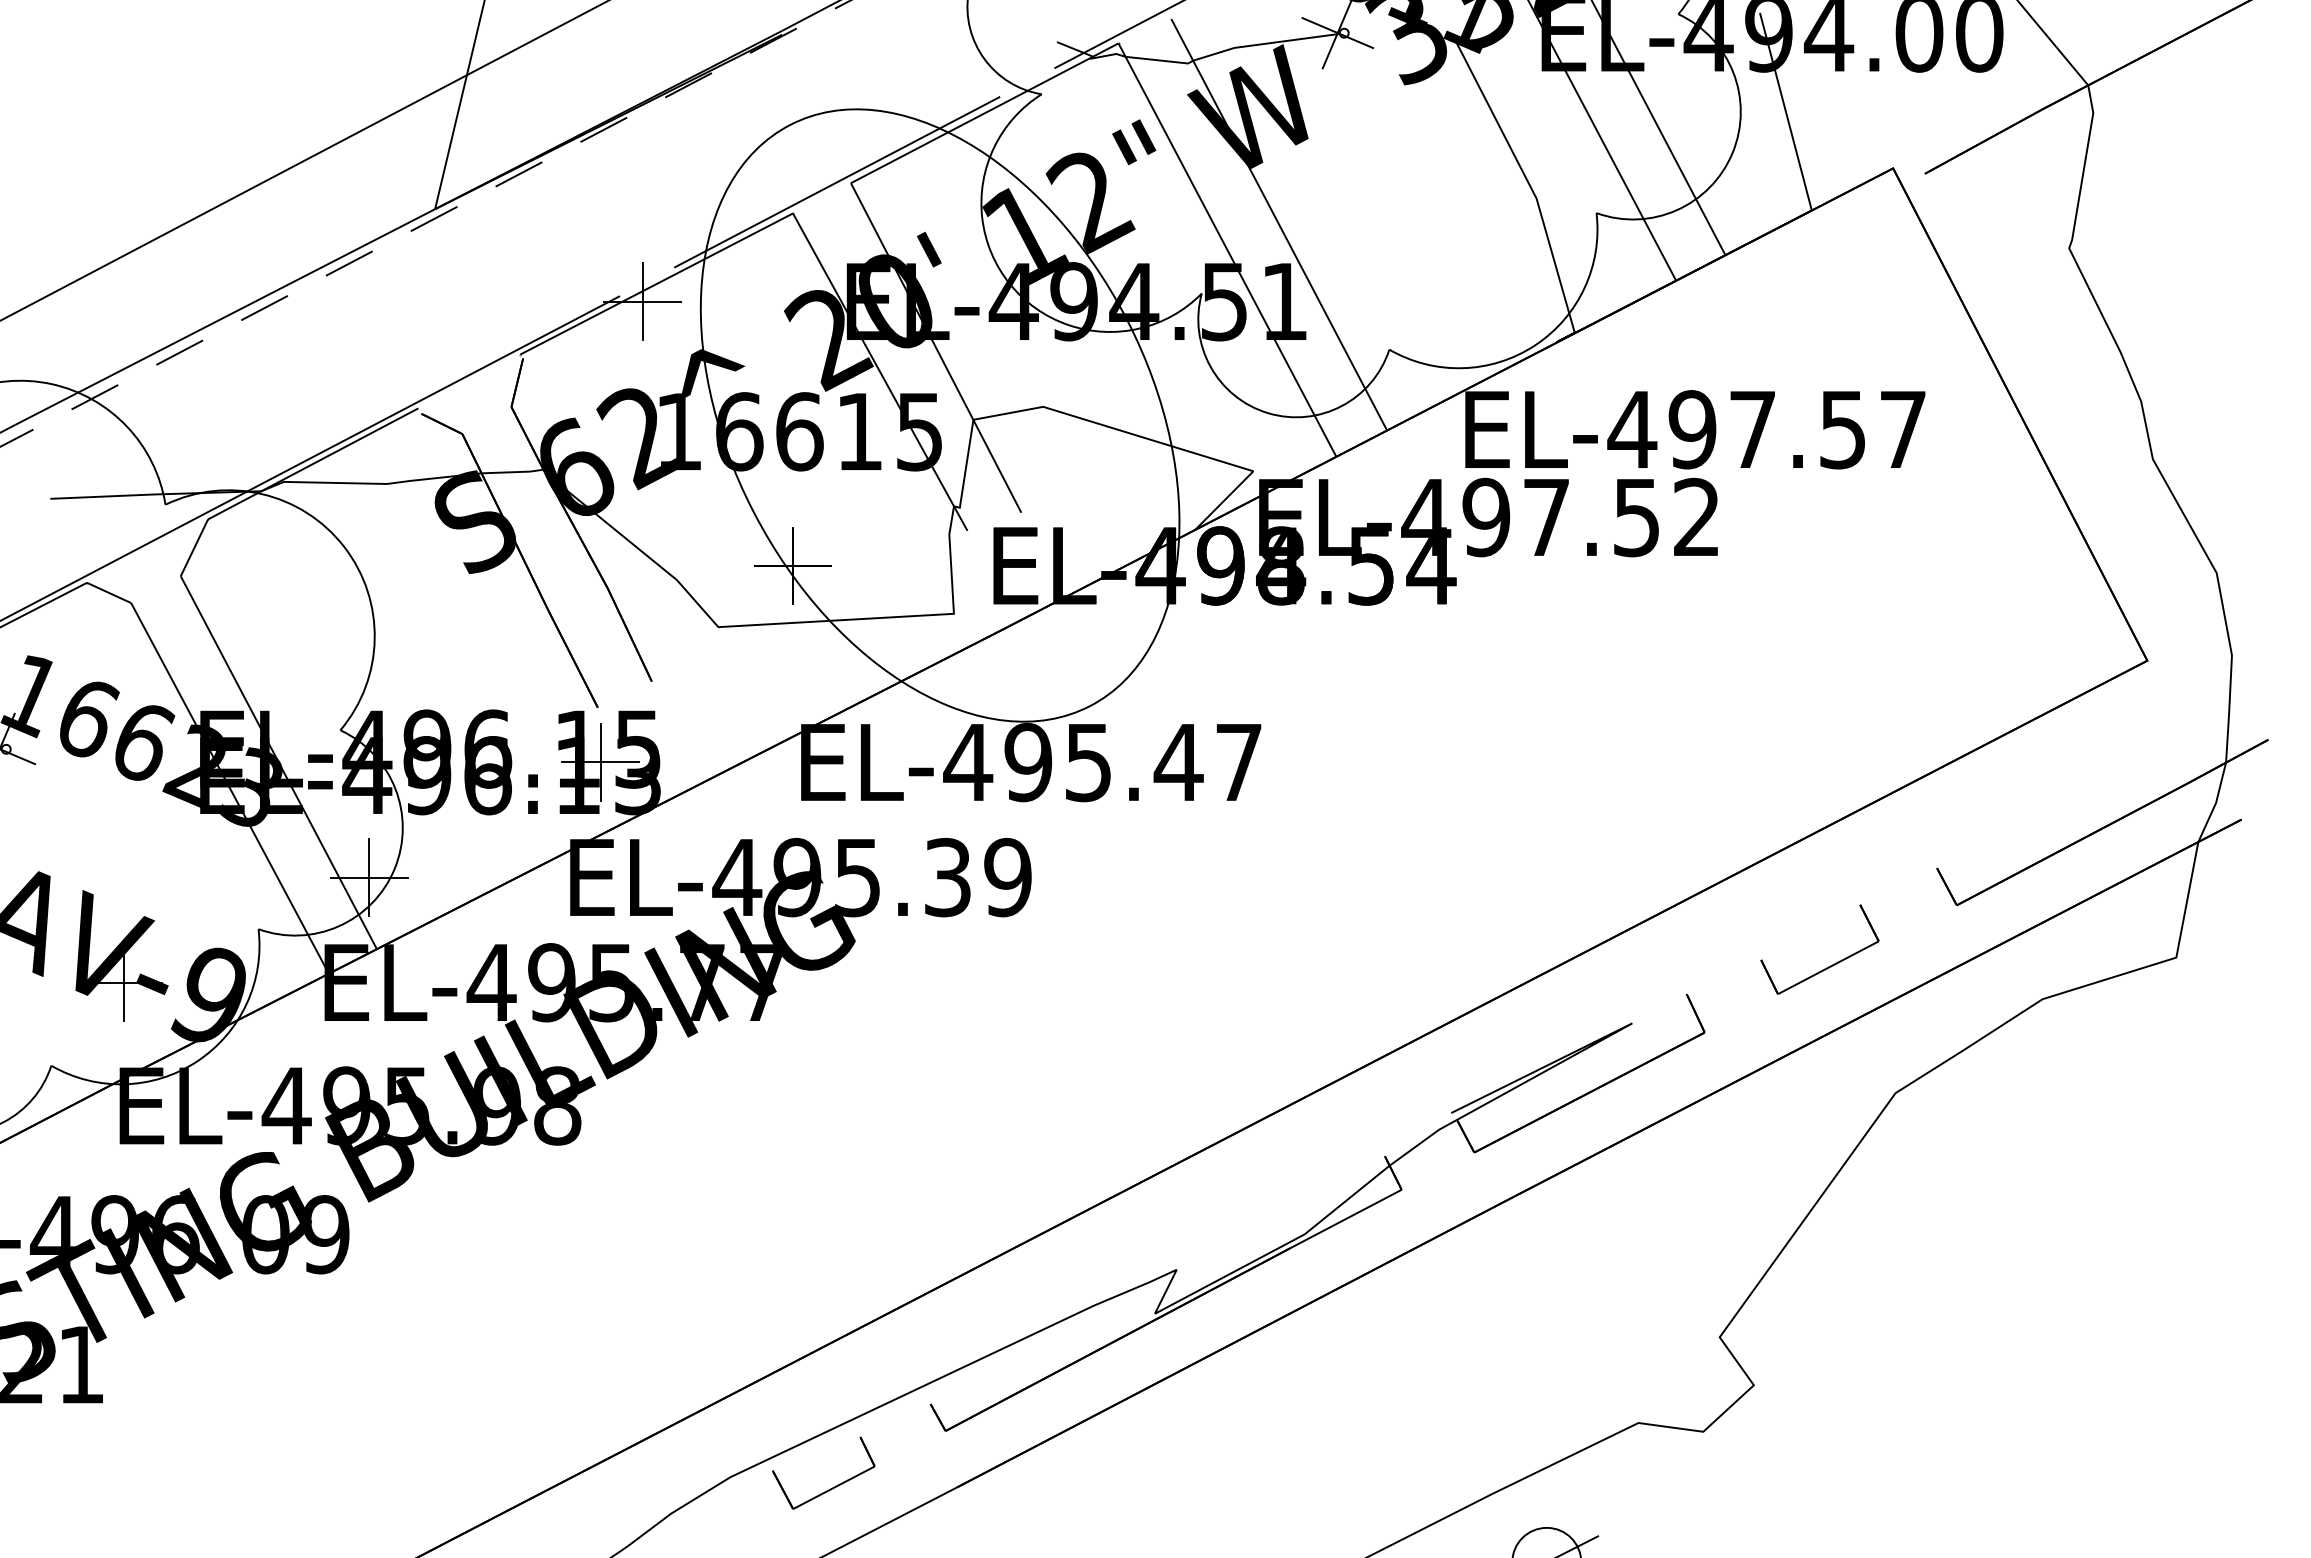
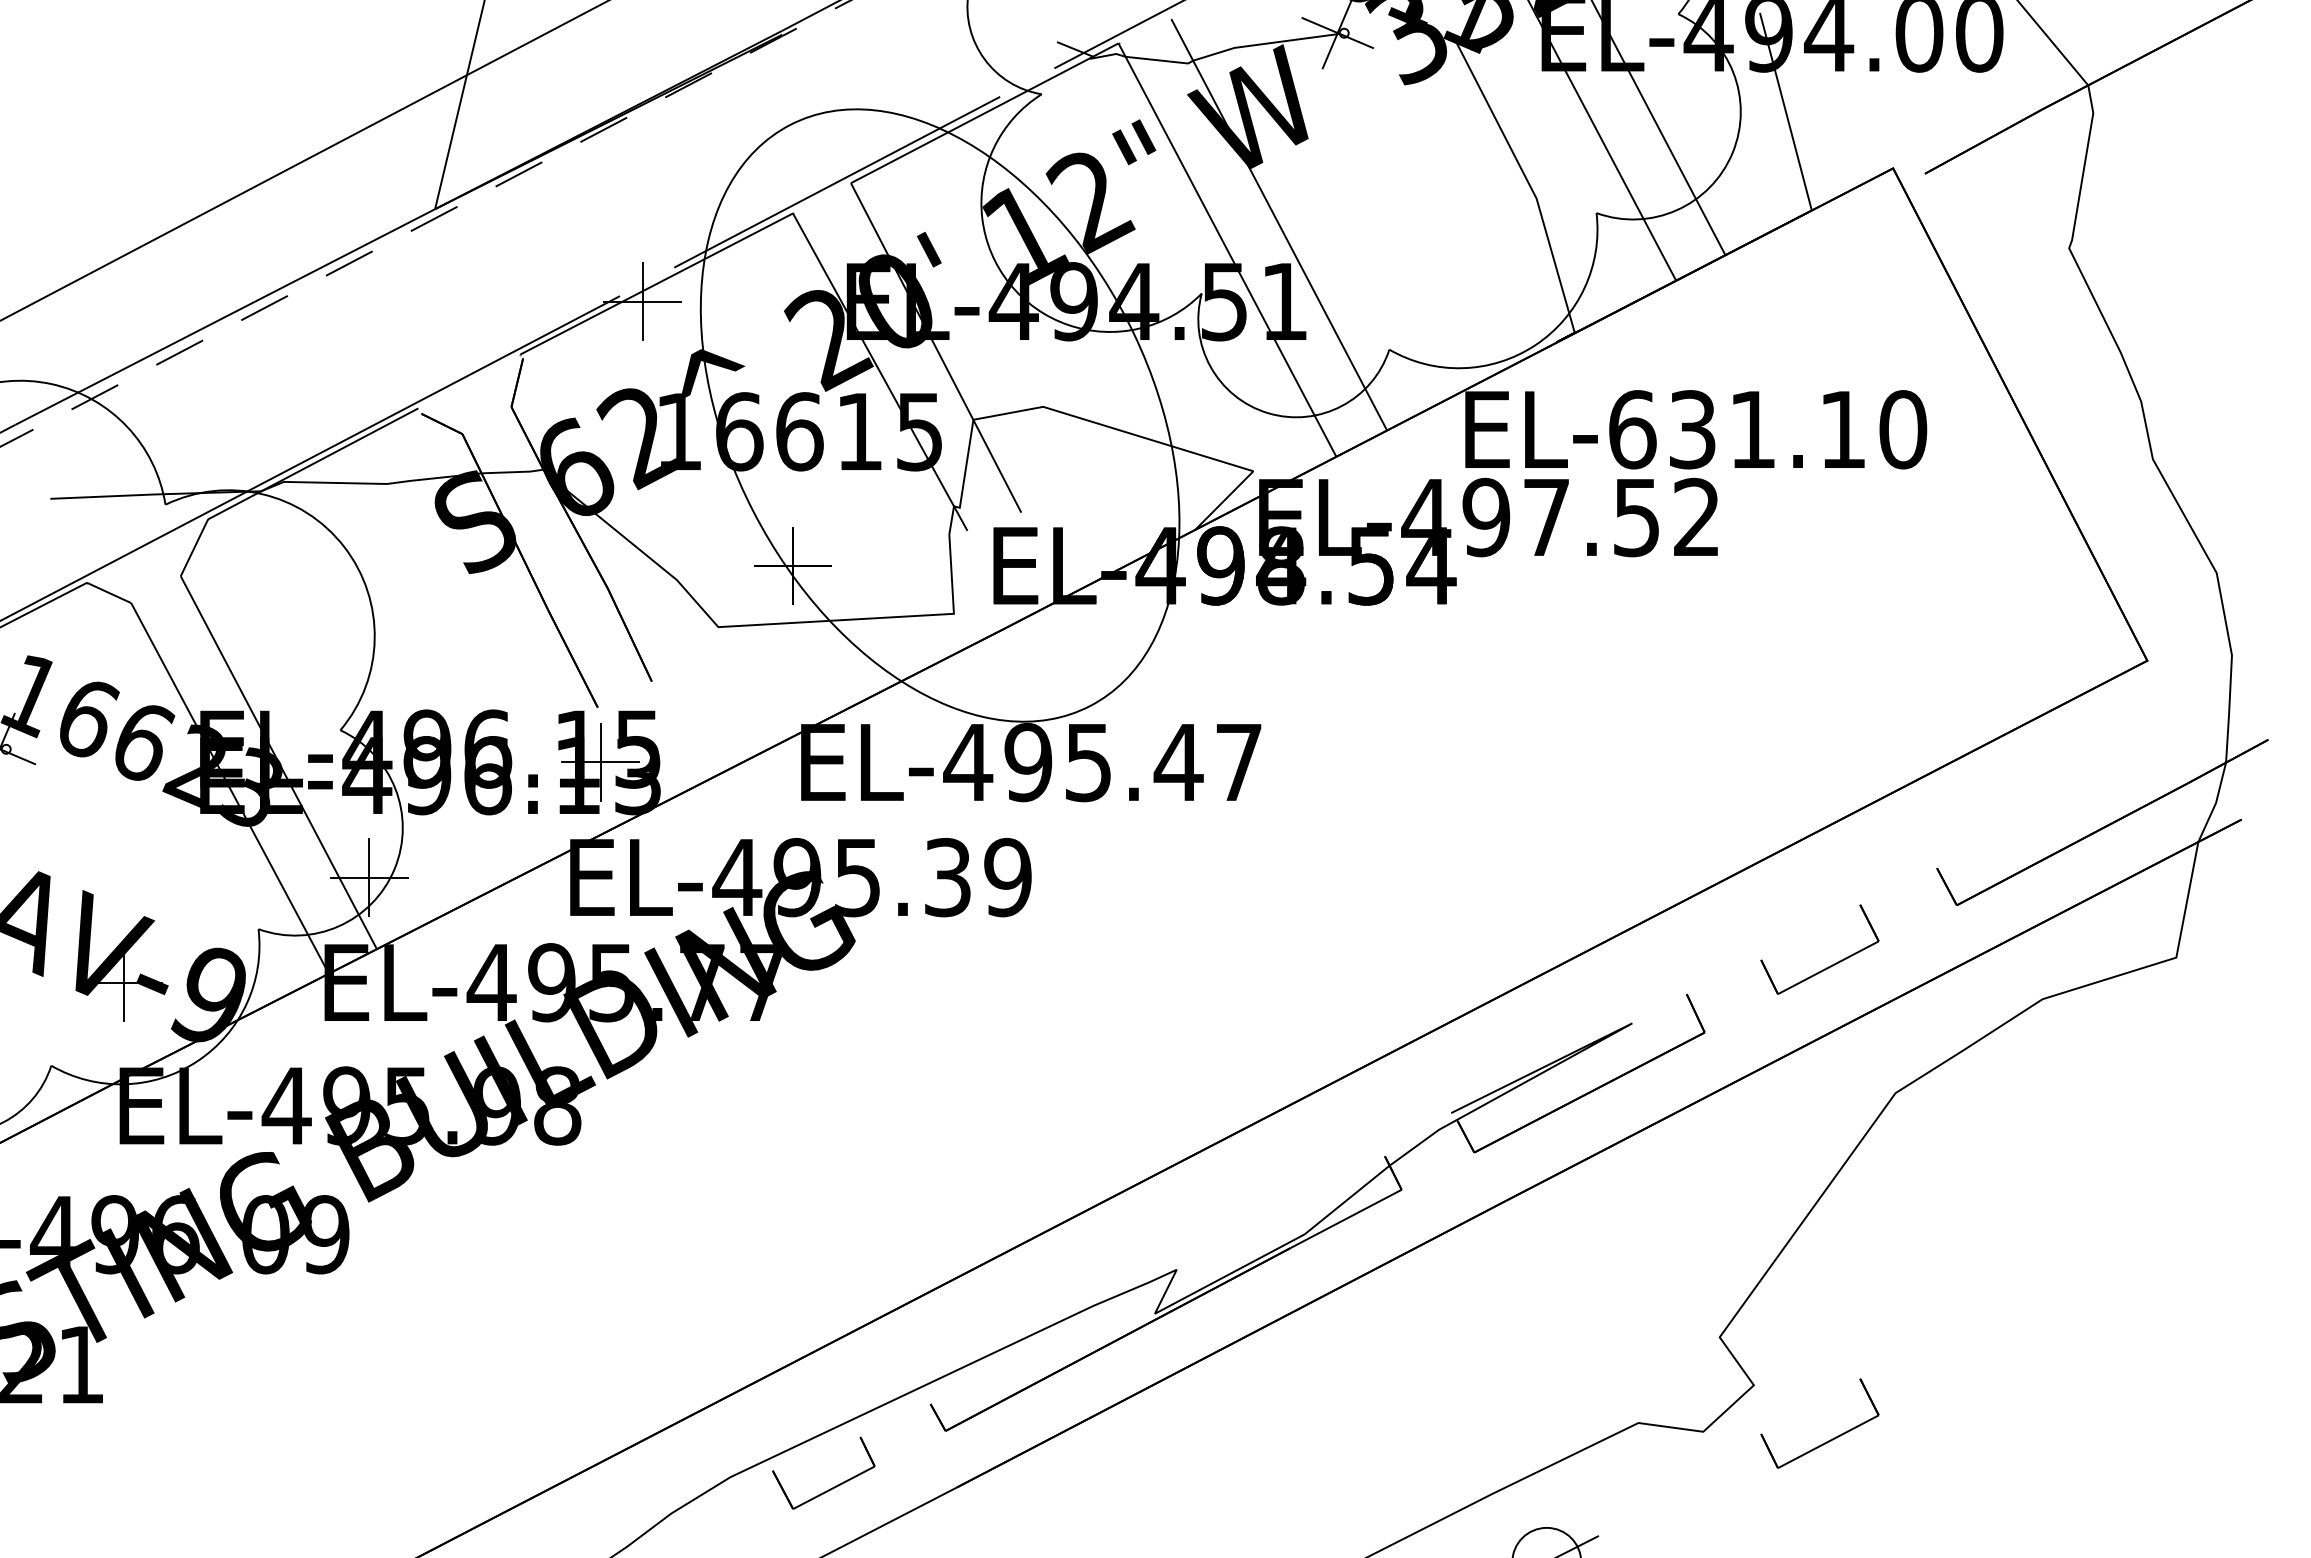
text at (1767, 429): EL-497.57 -> EL-631.10
part at (1828, 1440): none -> present
